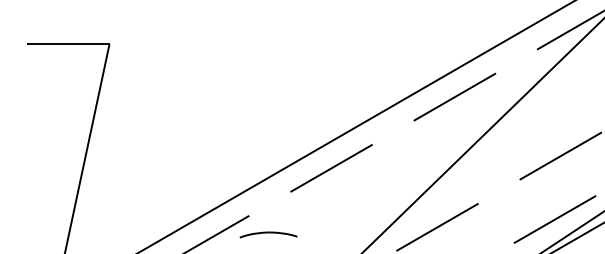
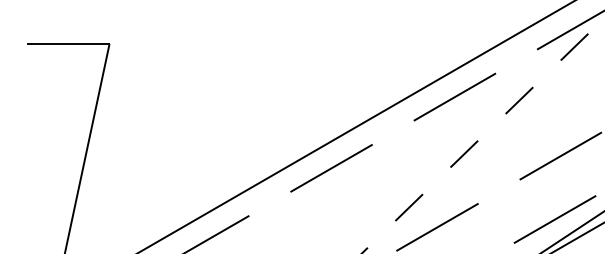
line at (483, 135): solid -> dashed
part at (268, 234): present -> none
